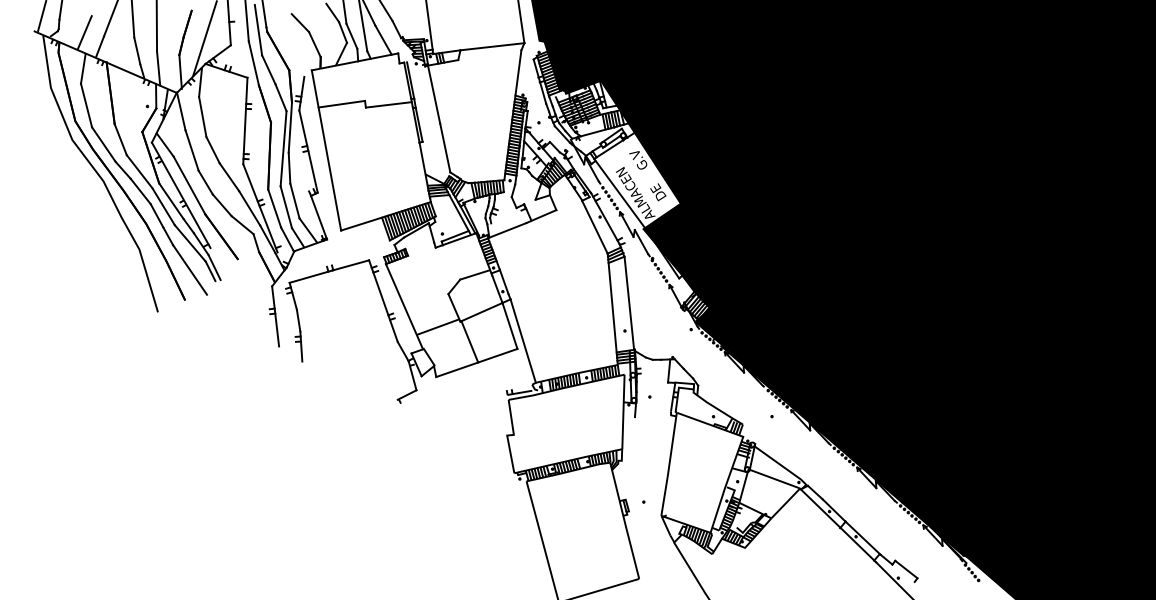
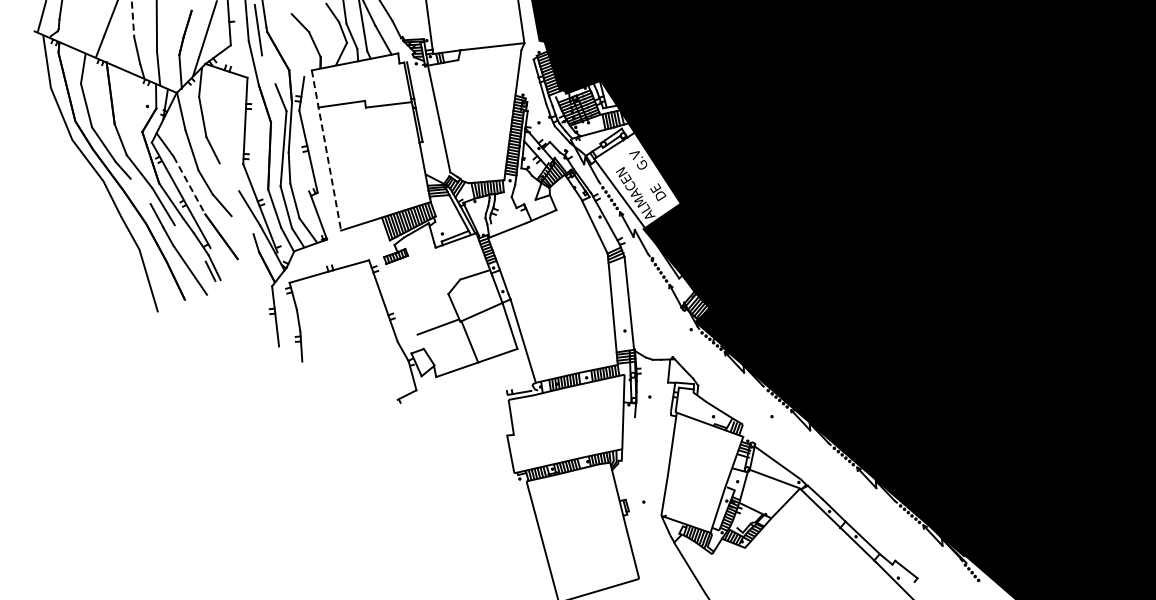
line at (133, 19): solid -> dashed
line at (84, 32): present -> none
line at (268, 69): present -> none
line at (326, 150): solid -> dashed
line at (229, 177): present -> none
line at (189, 185): solid -> dashed
line at (140, 191): present -> none
line at (242, 225): present -> none
line at (189, 243): present -> none
line at (404, 306): present -> none
